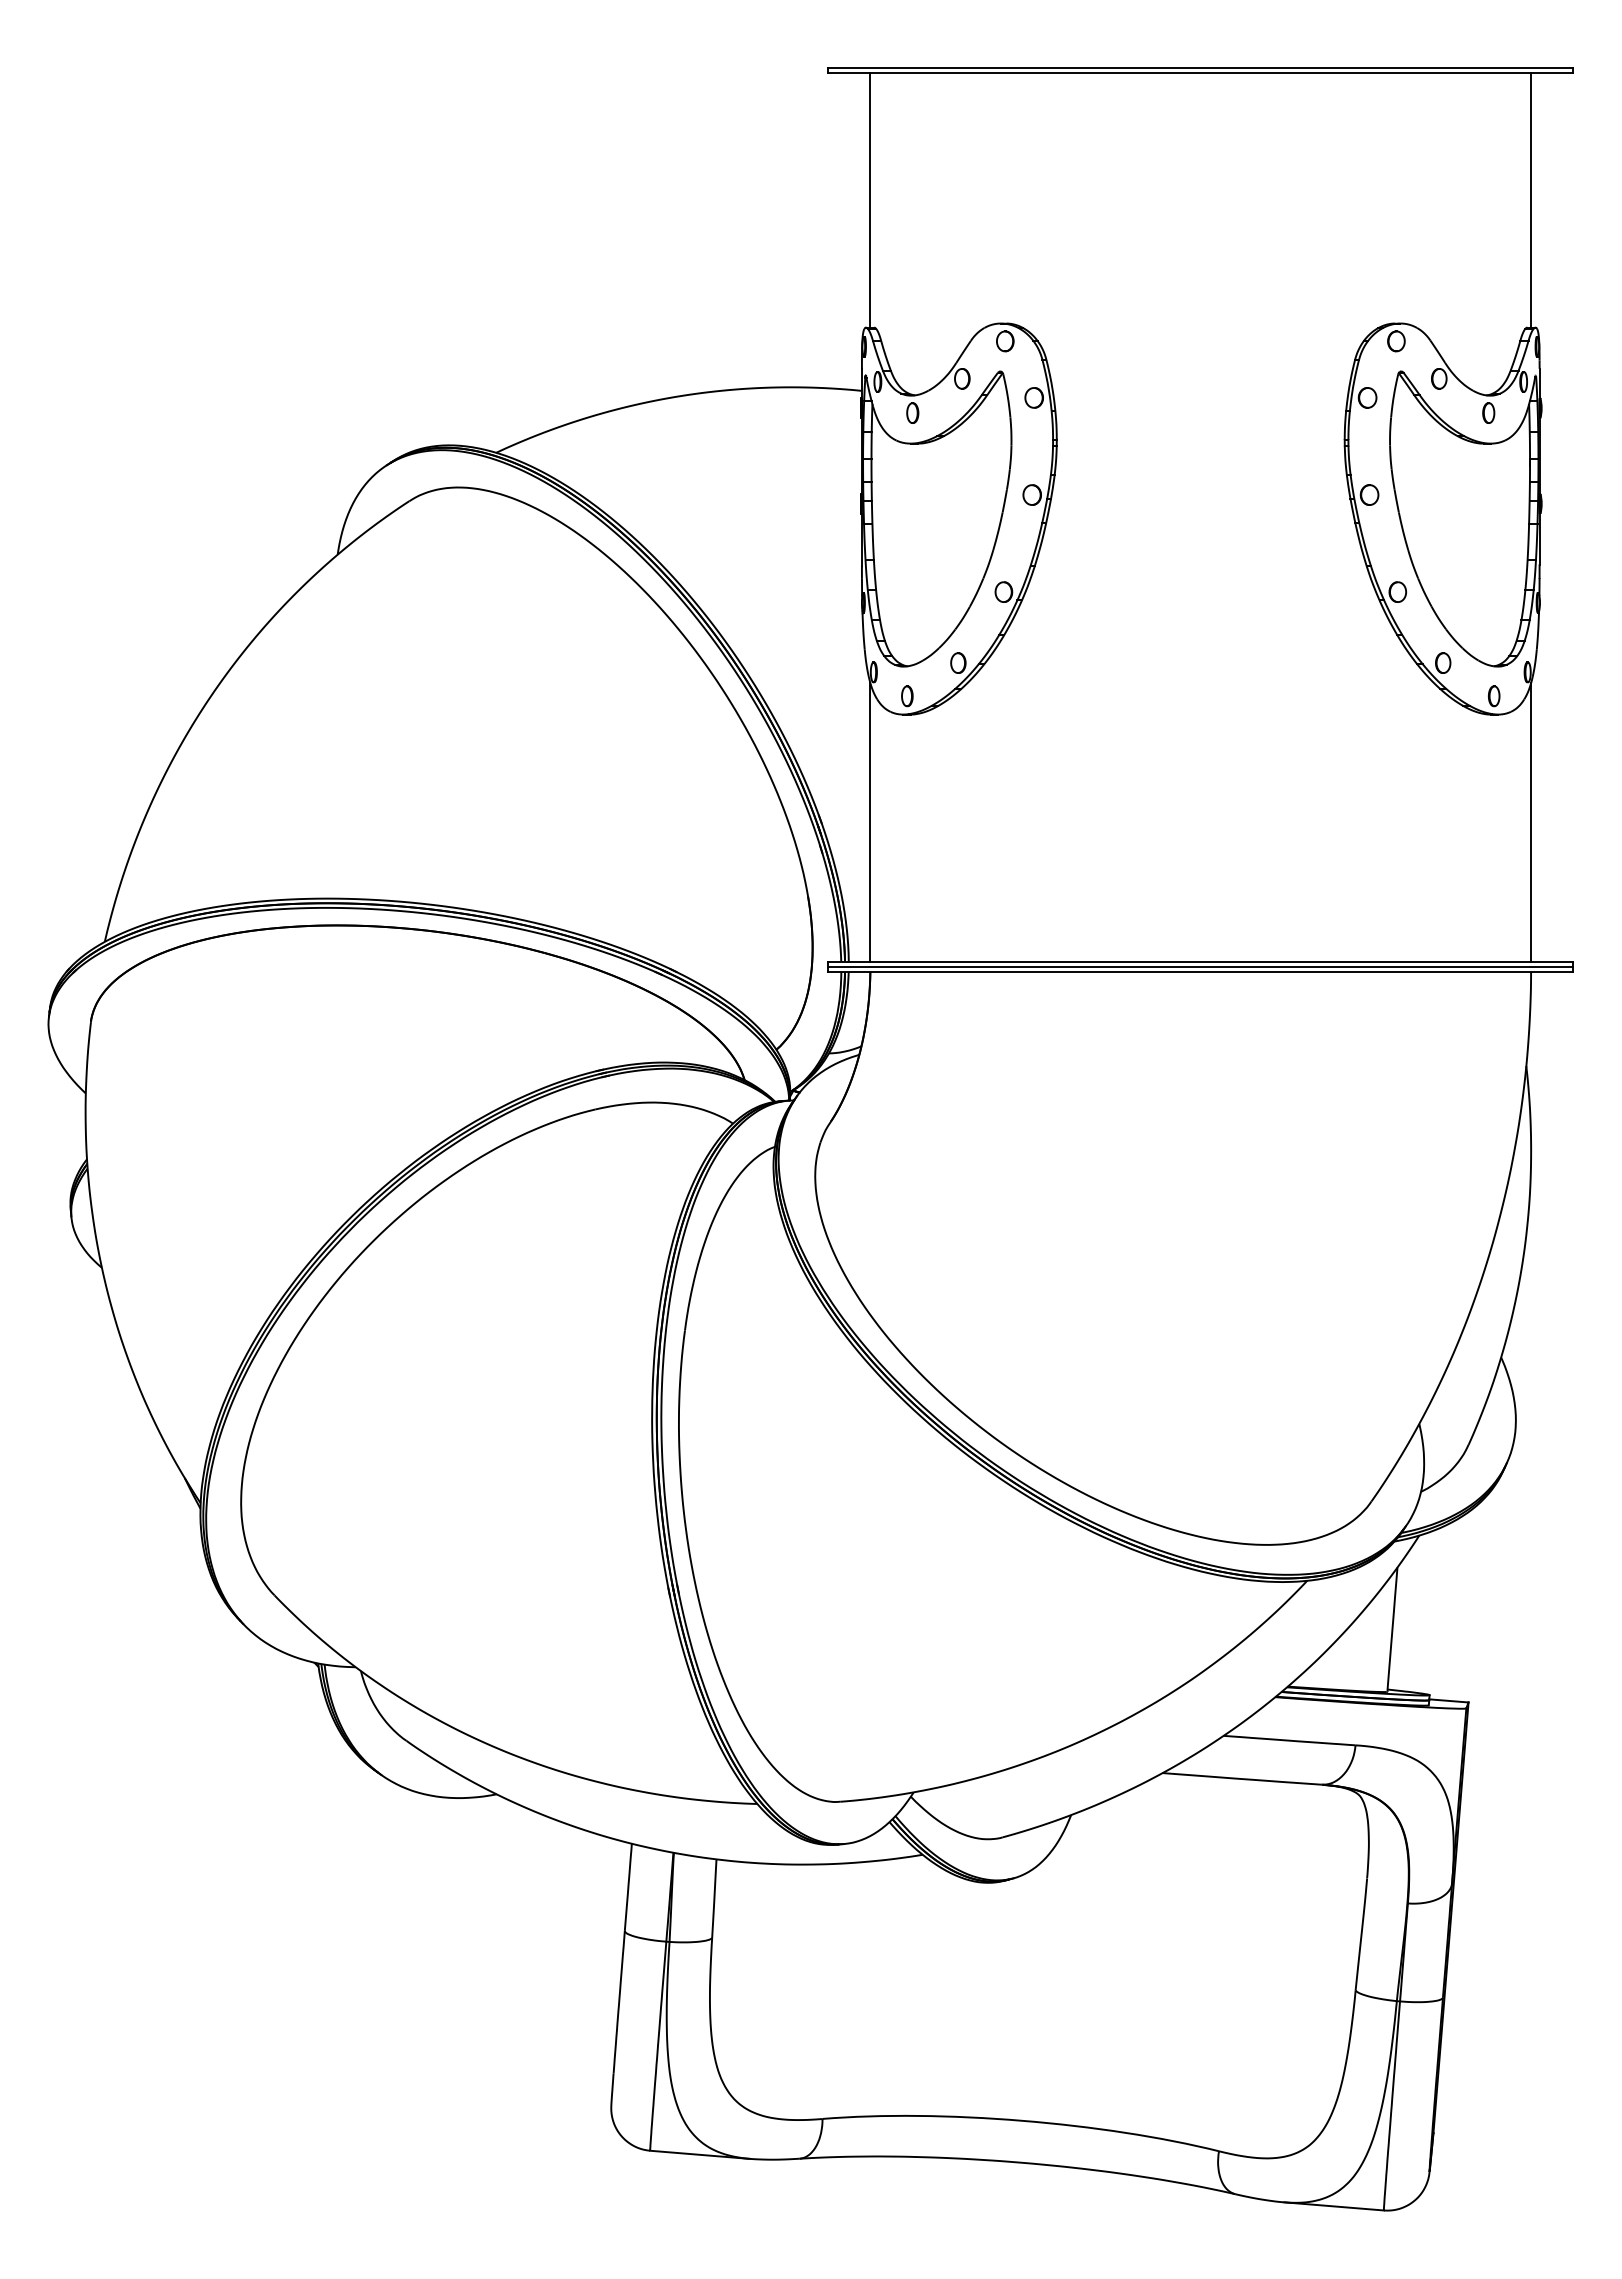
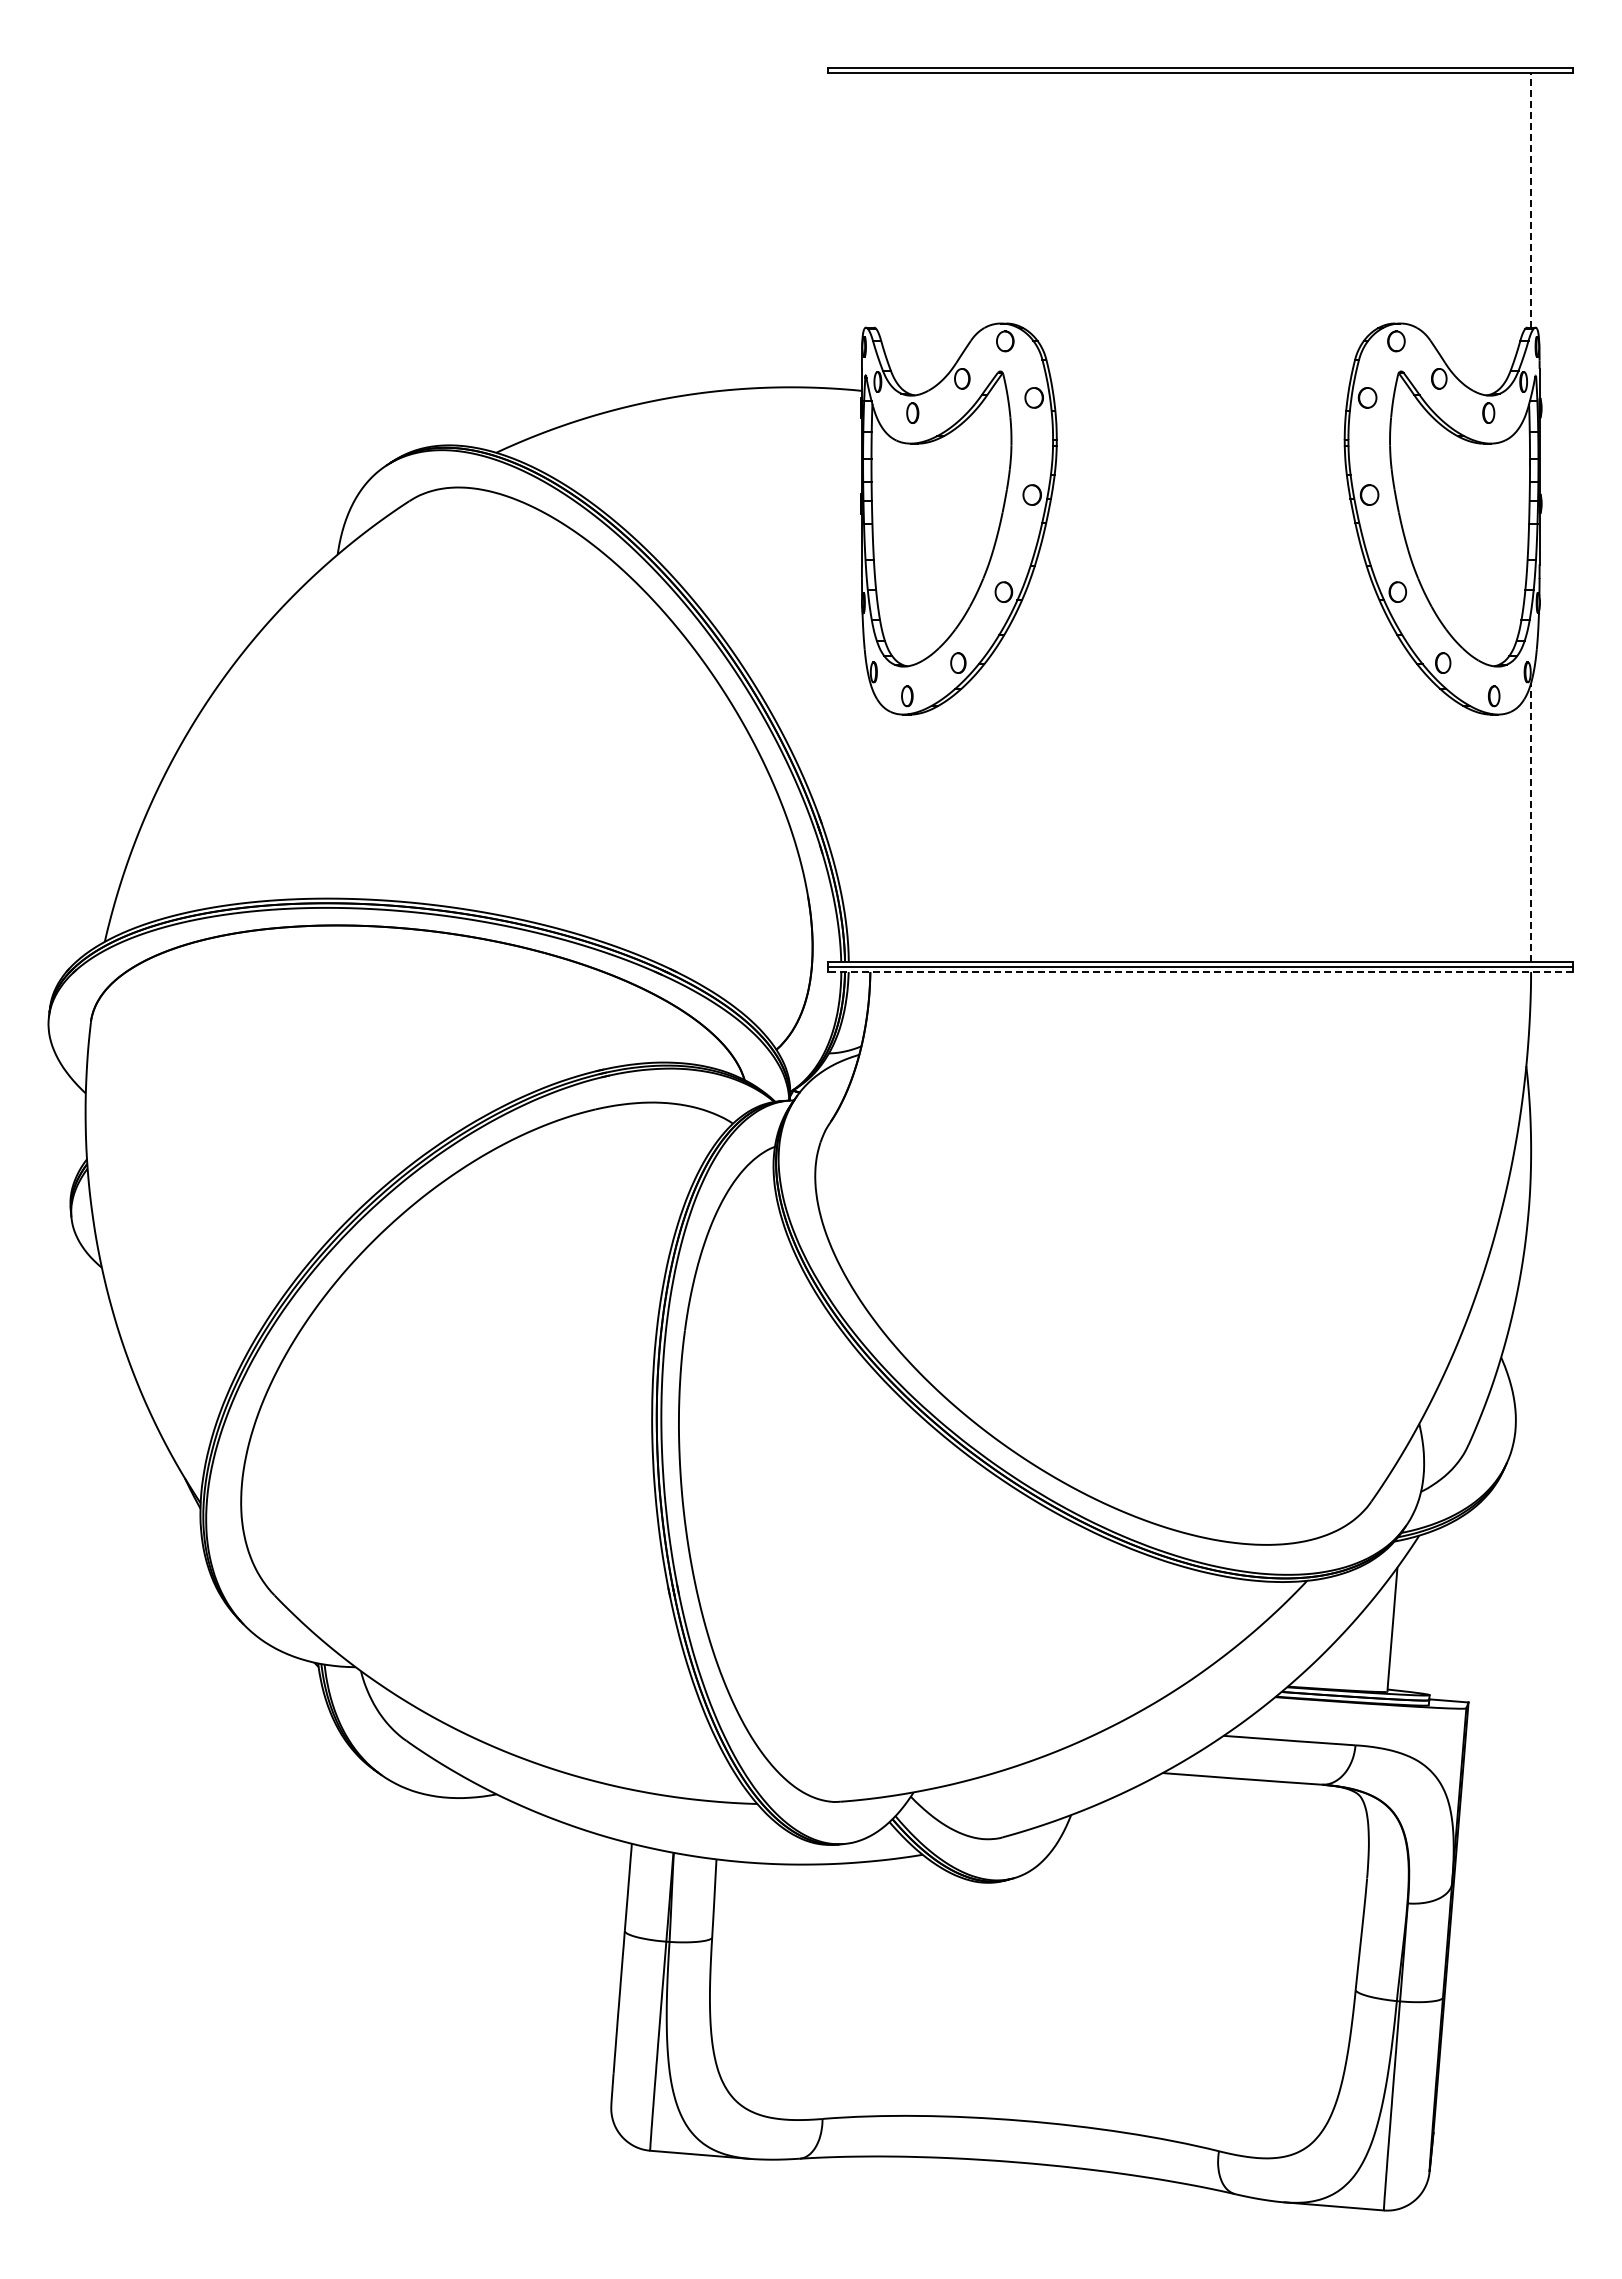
line at (870, 200): present -> none
line at (1531, 200): solid -> dashed
line at (870, 822): present -> none
line at (1531, 822): solid -> dashed
line at (1200, 972): solid -> dashed
